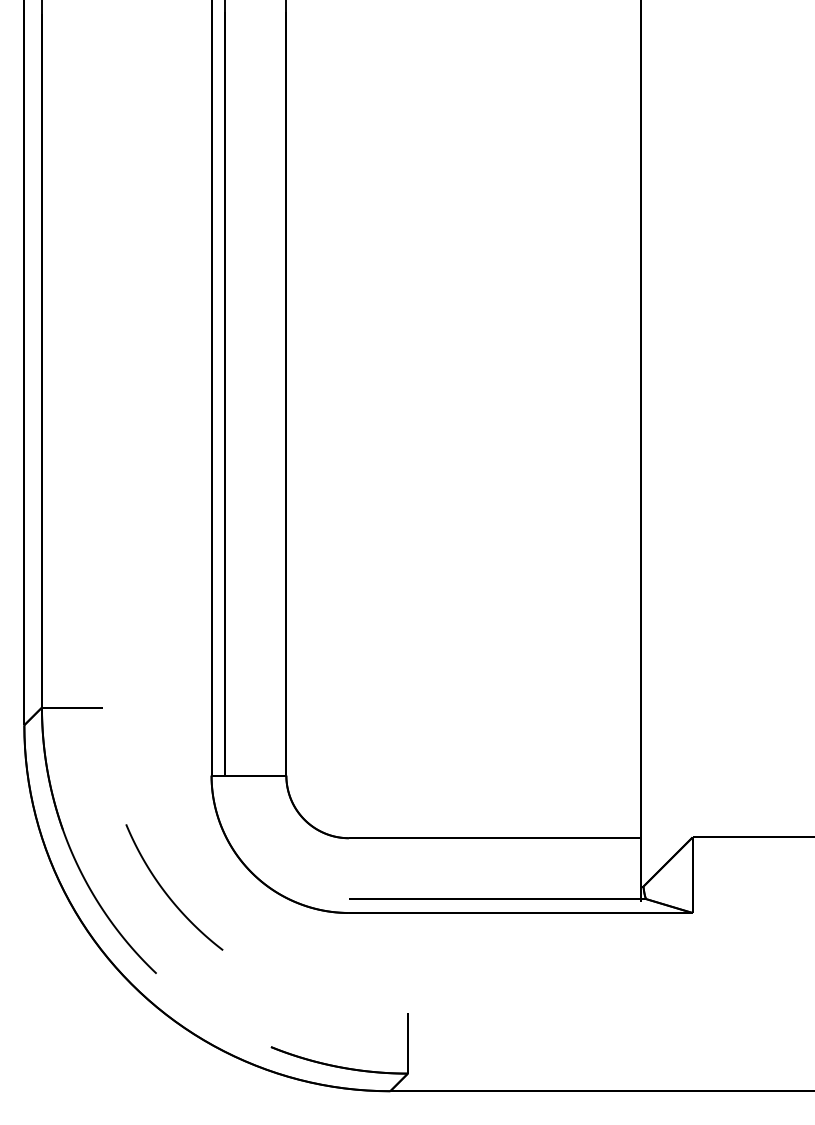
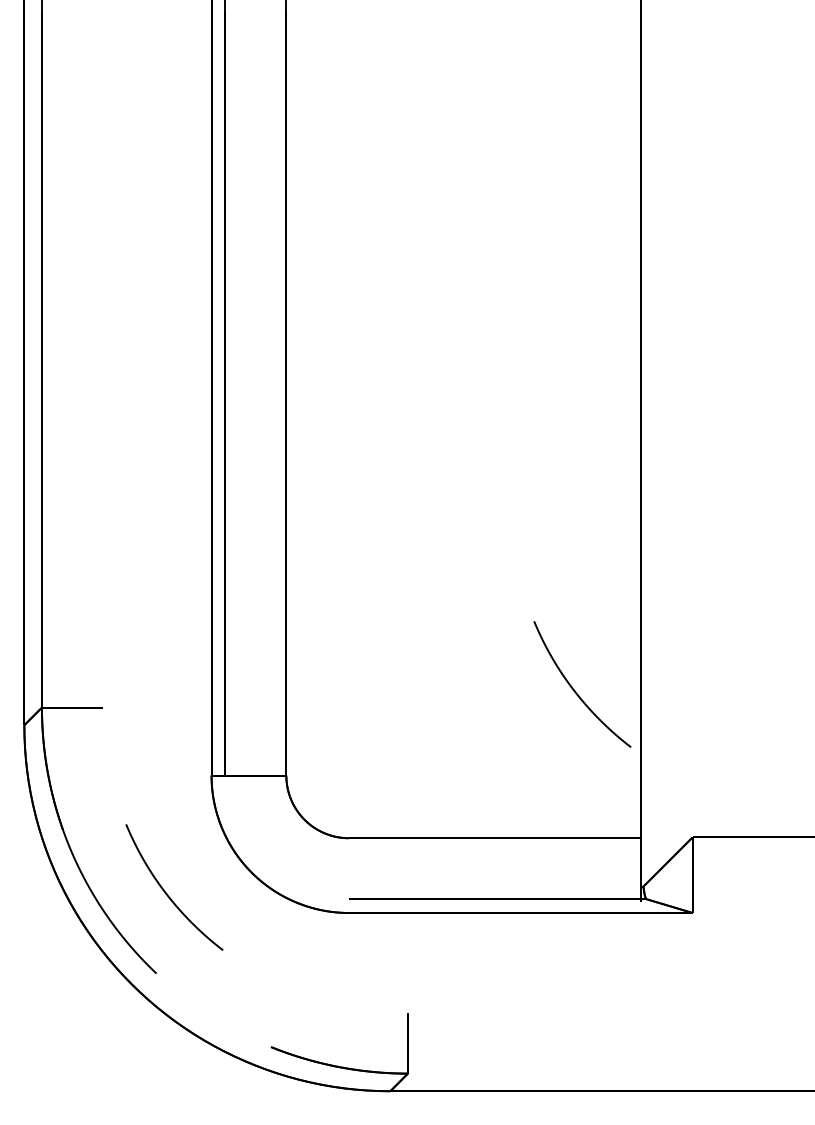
curve at (575, 690): none -> present
